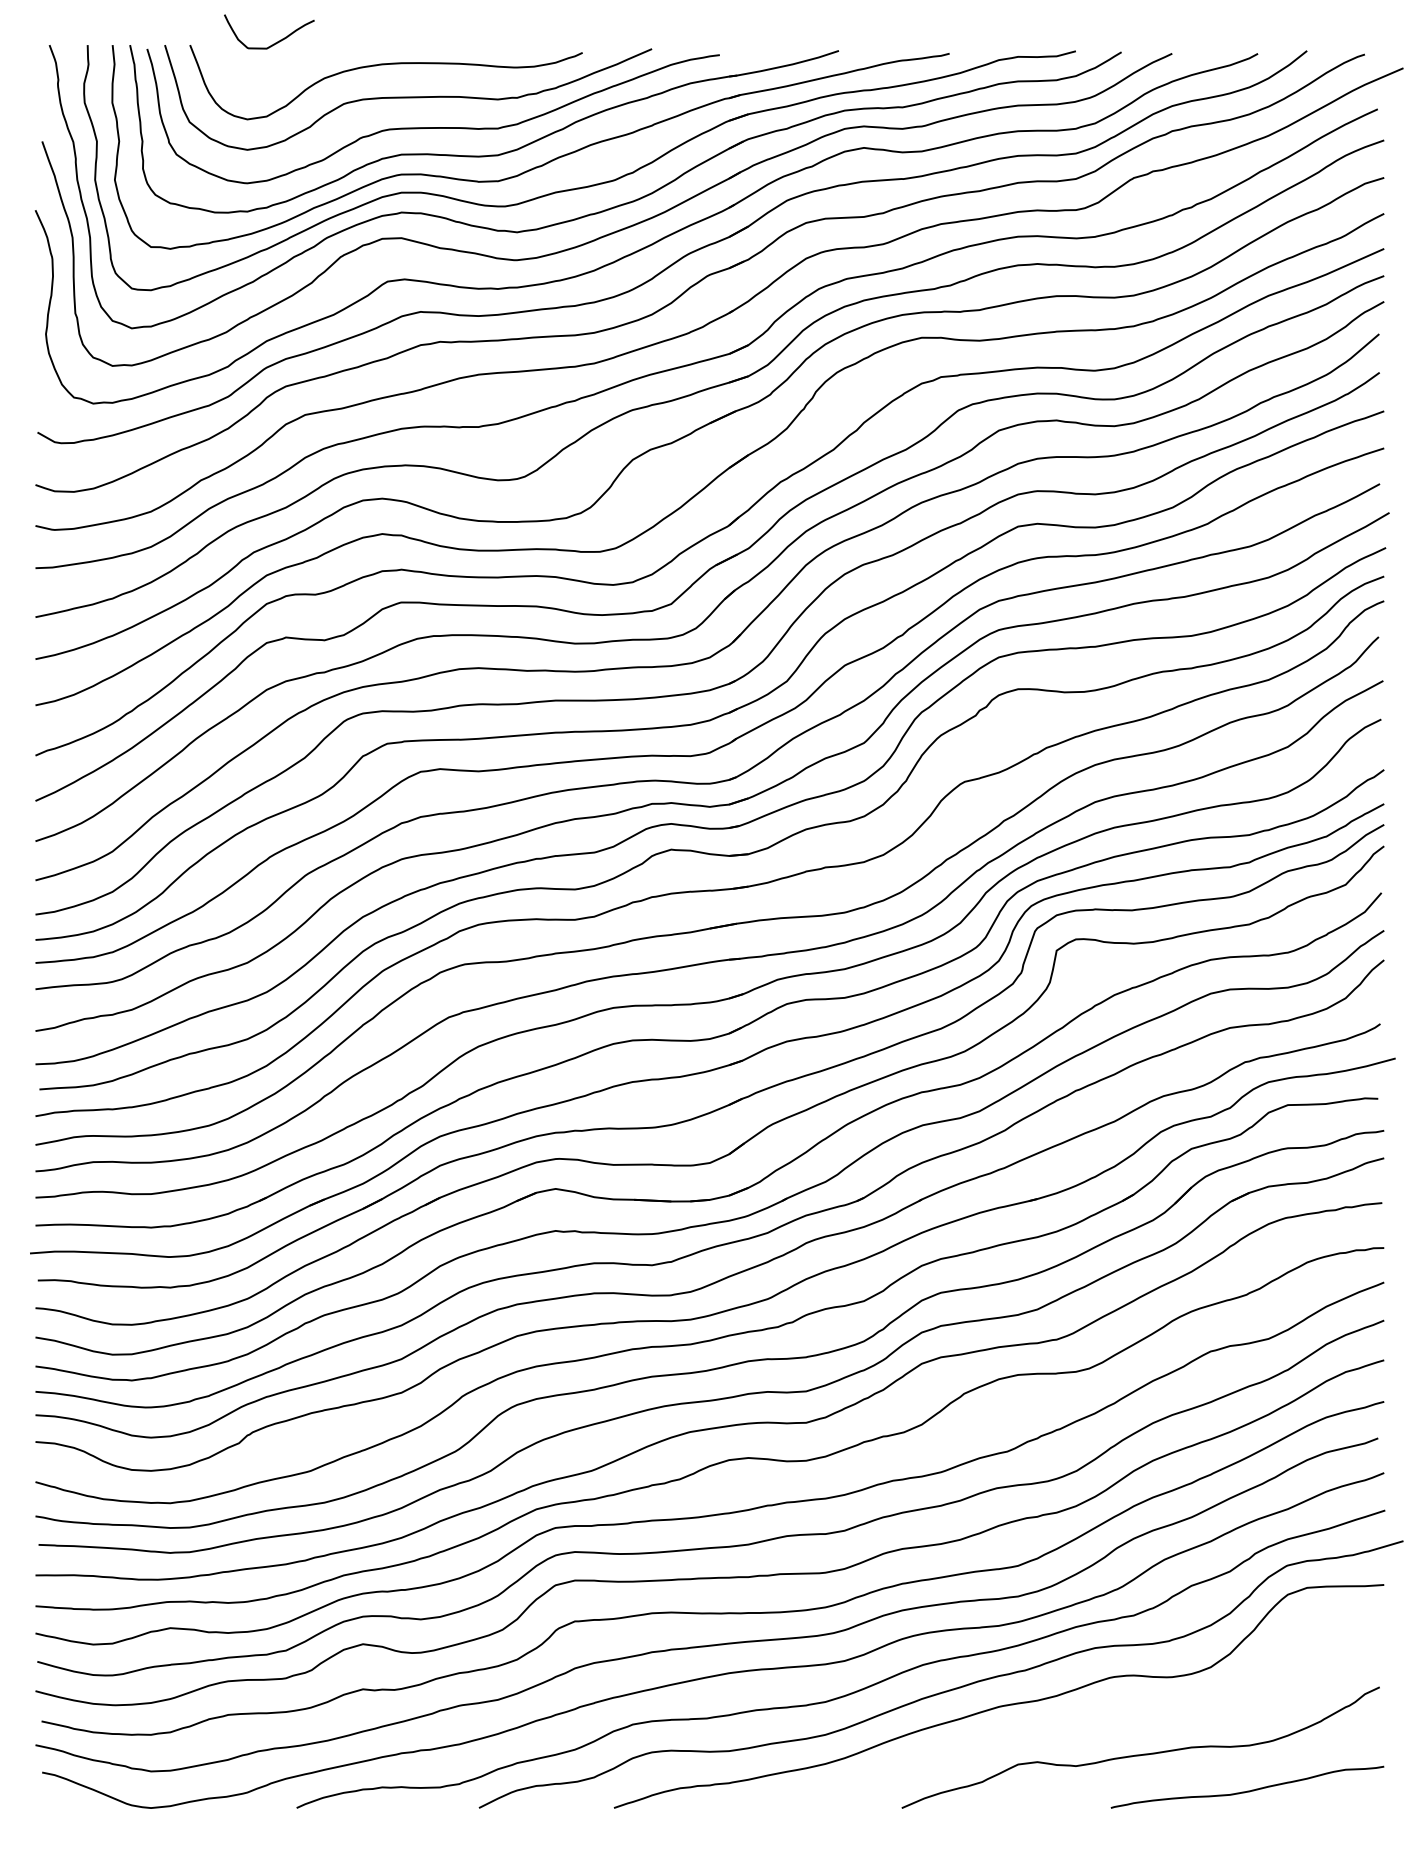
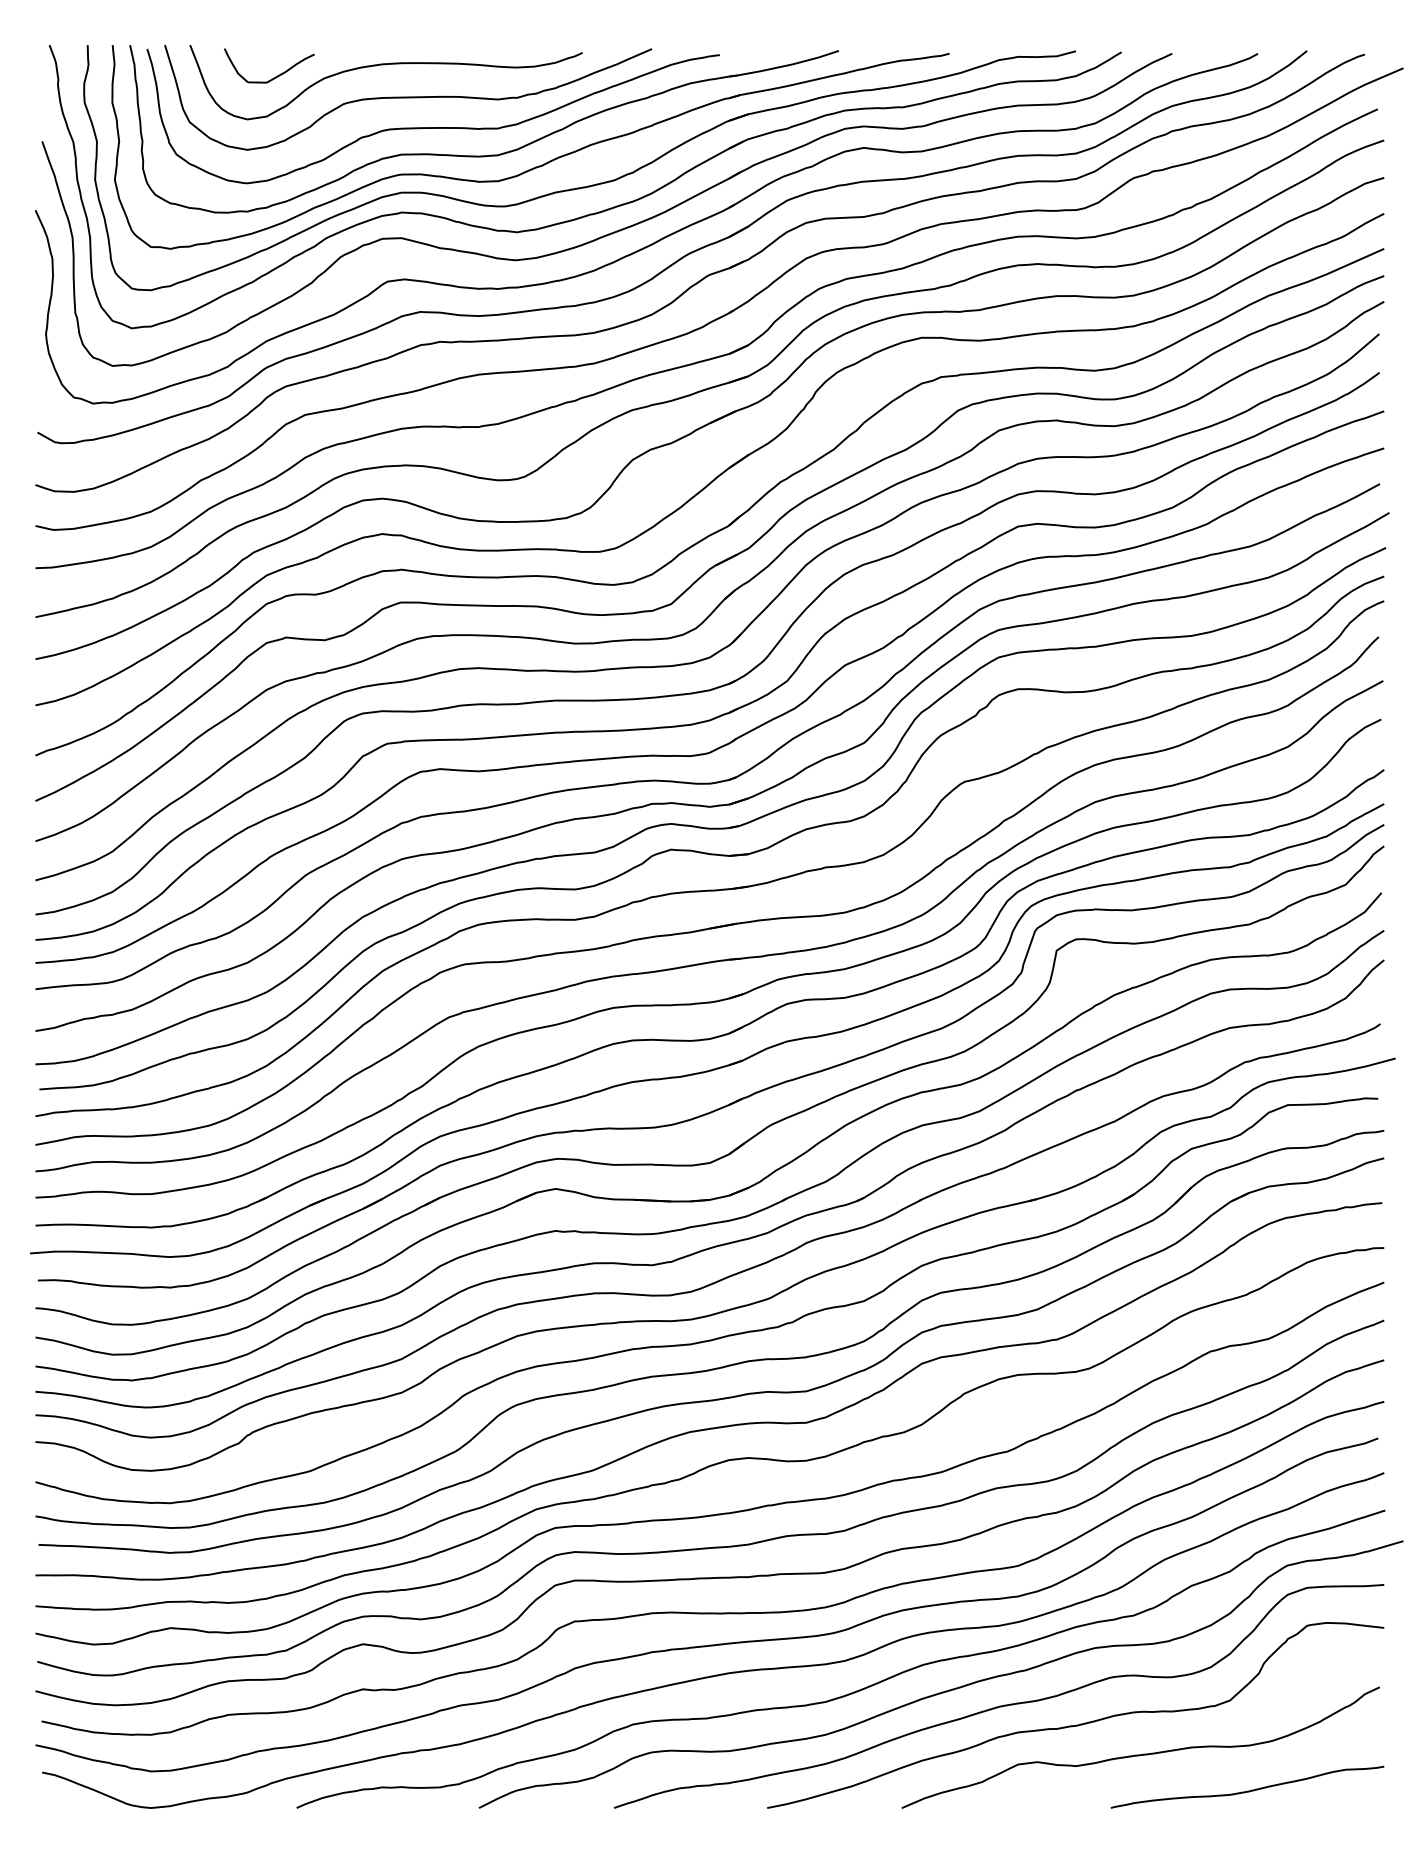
curve at (275, 42) position: (275, 42) -> (275, 76)
curve at (1076, 1724): none -> present
